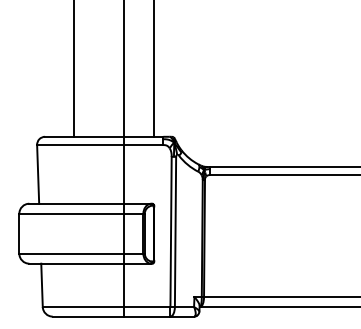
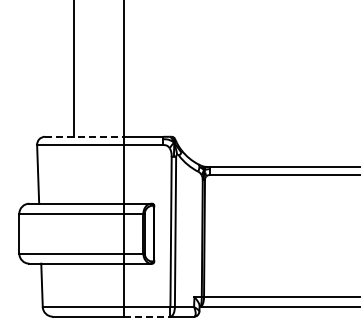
line at (154, 69): present -> none
line at (84, 136): solid -> dashed
line at (147, 316): solid -> dashed
